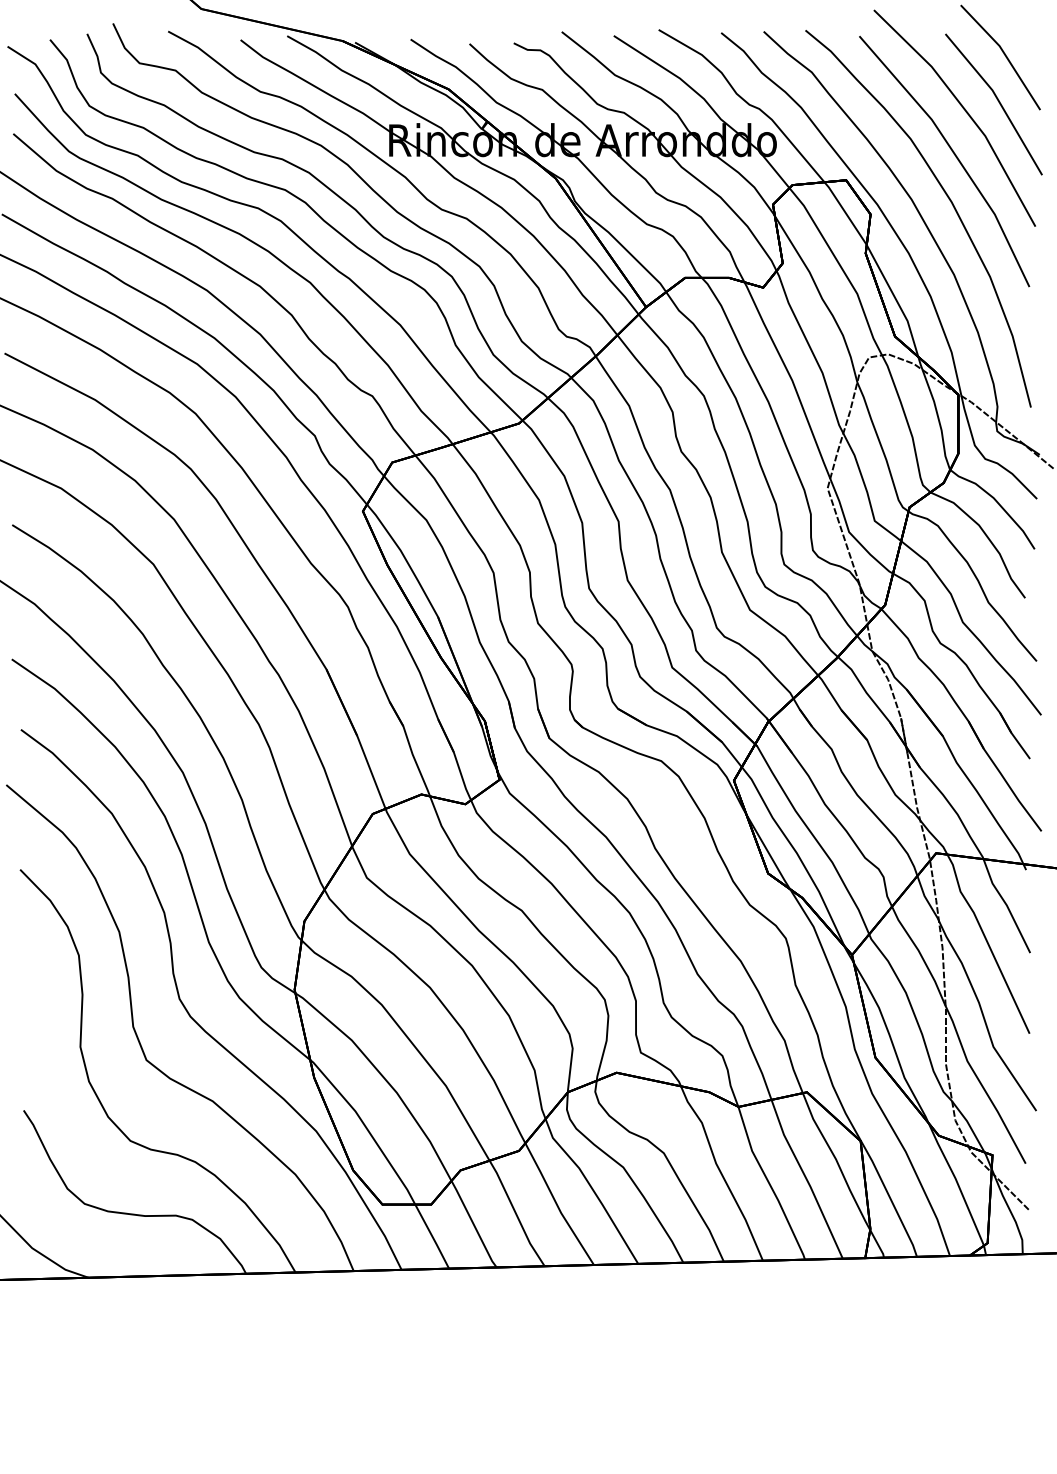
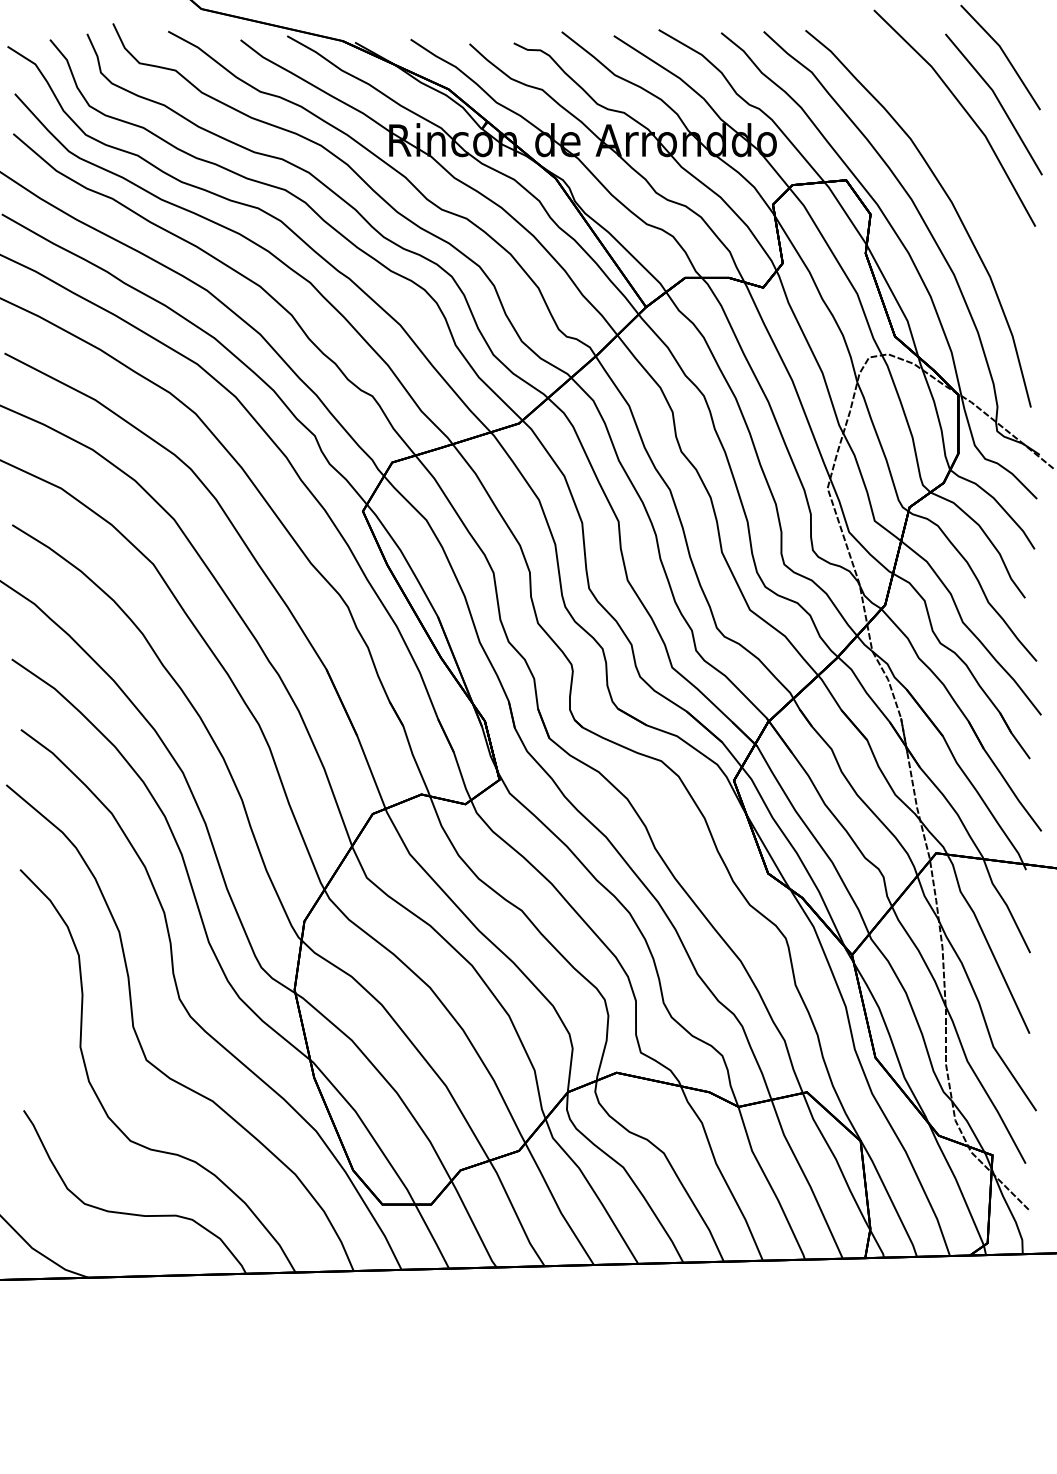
line at (953, 154): present -> none
